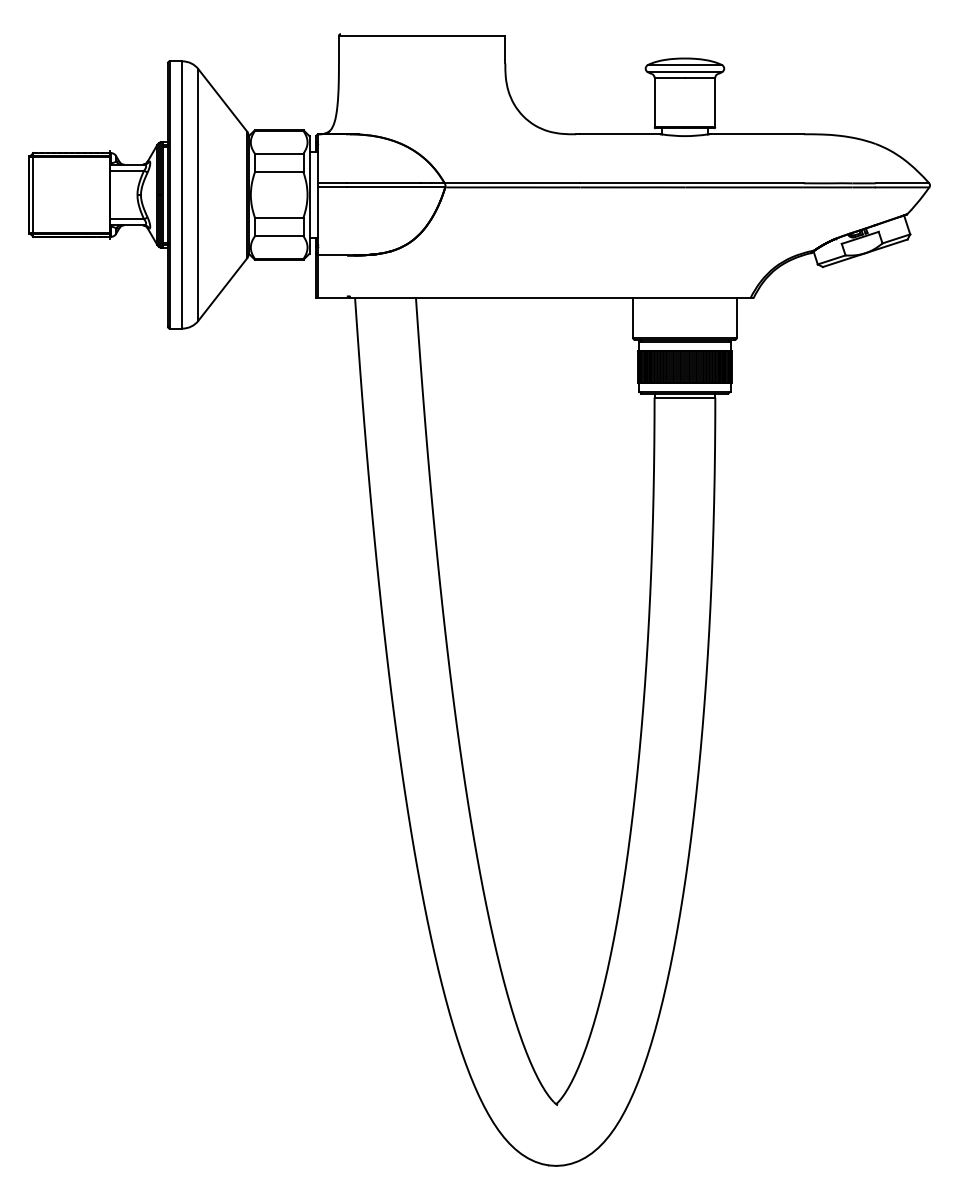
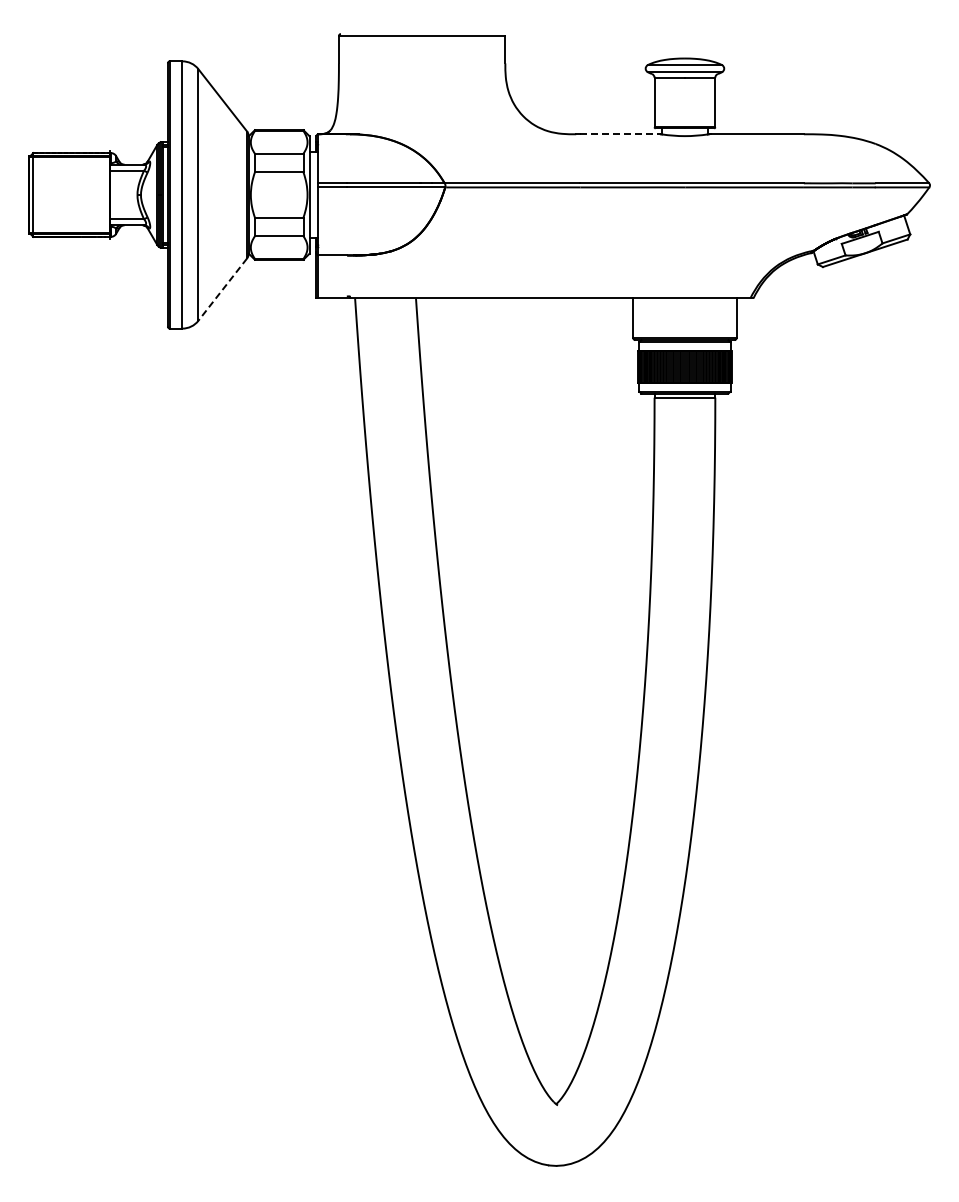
line at (621, 134): solid -> dashed
line at (222, 289): solid -> dashed
